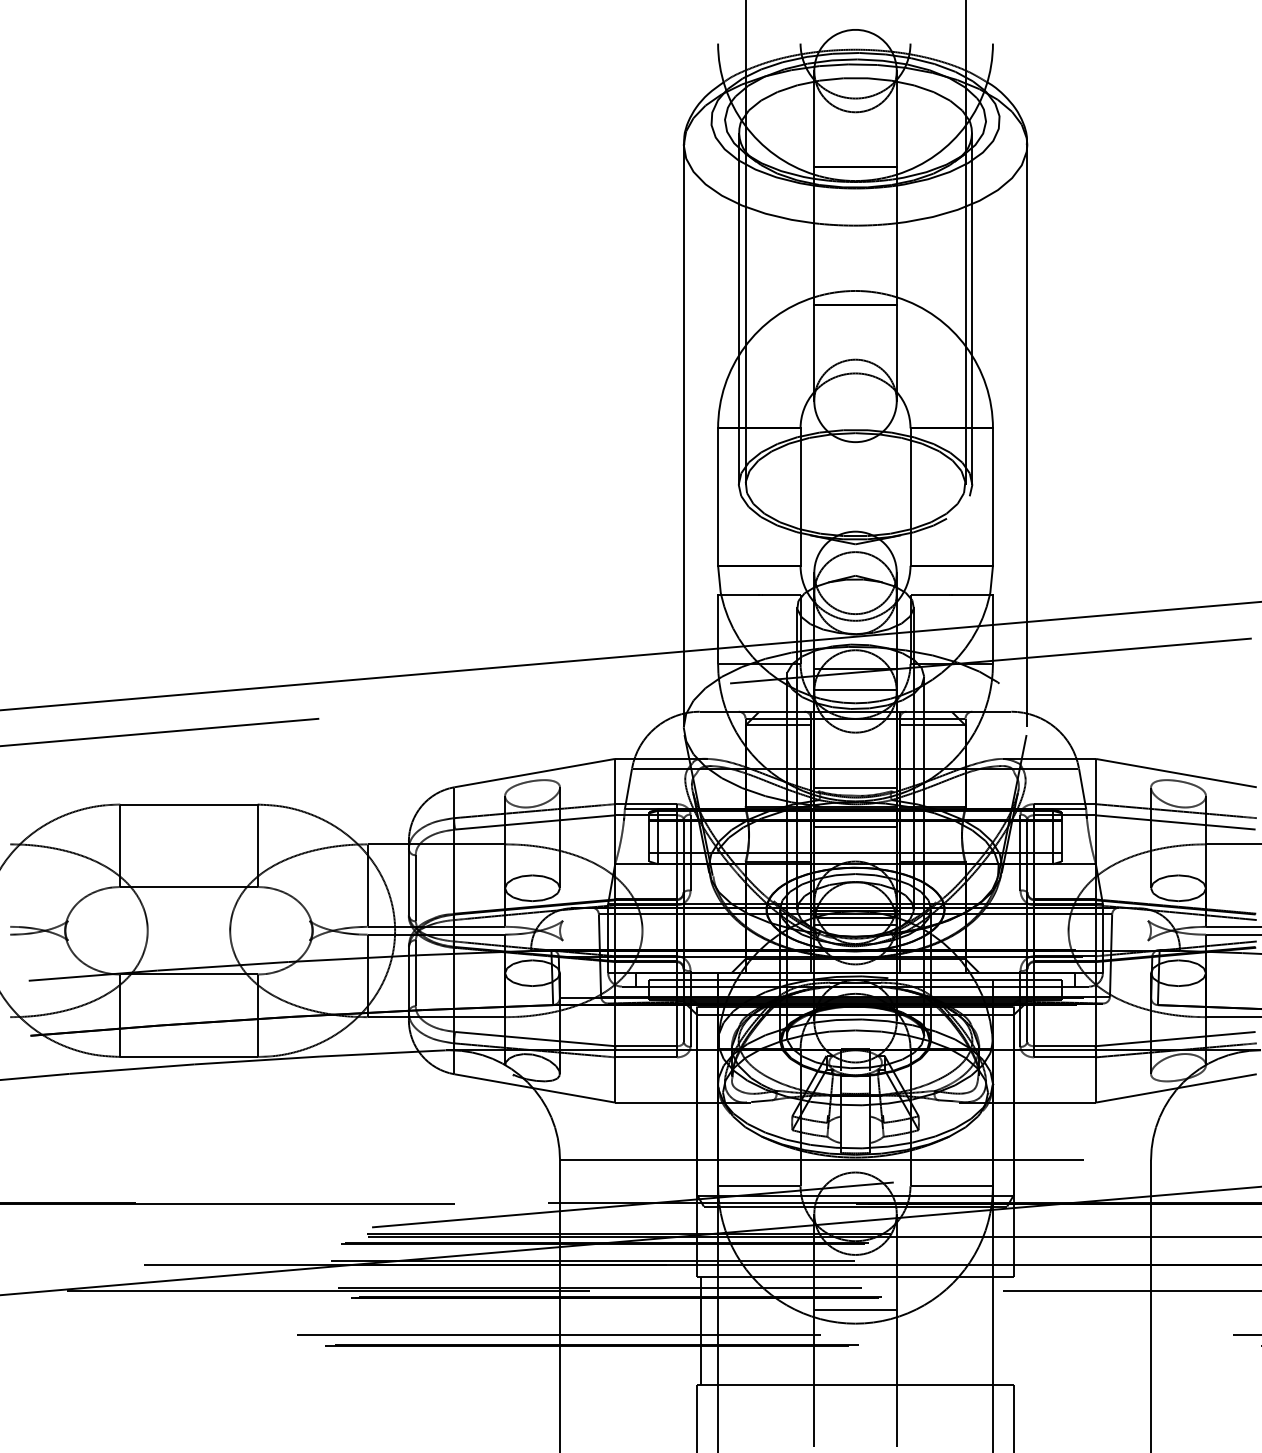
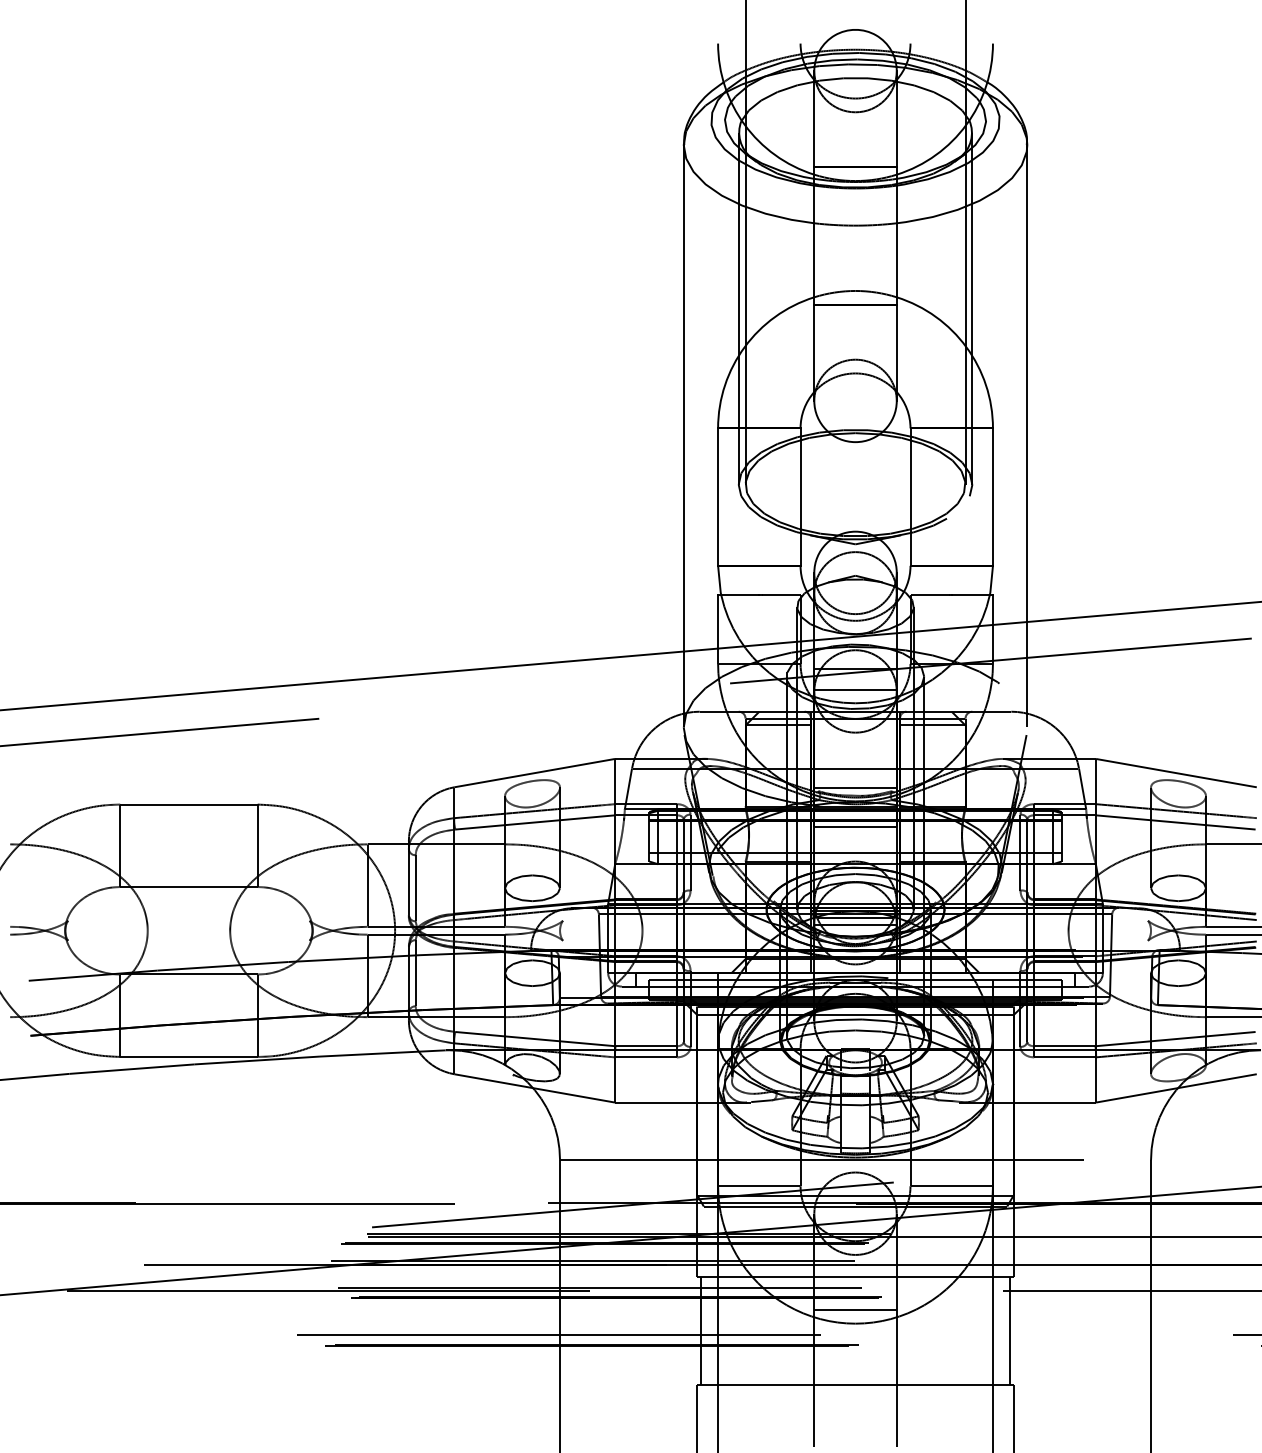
line at (1010, 1330): none -> present
